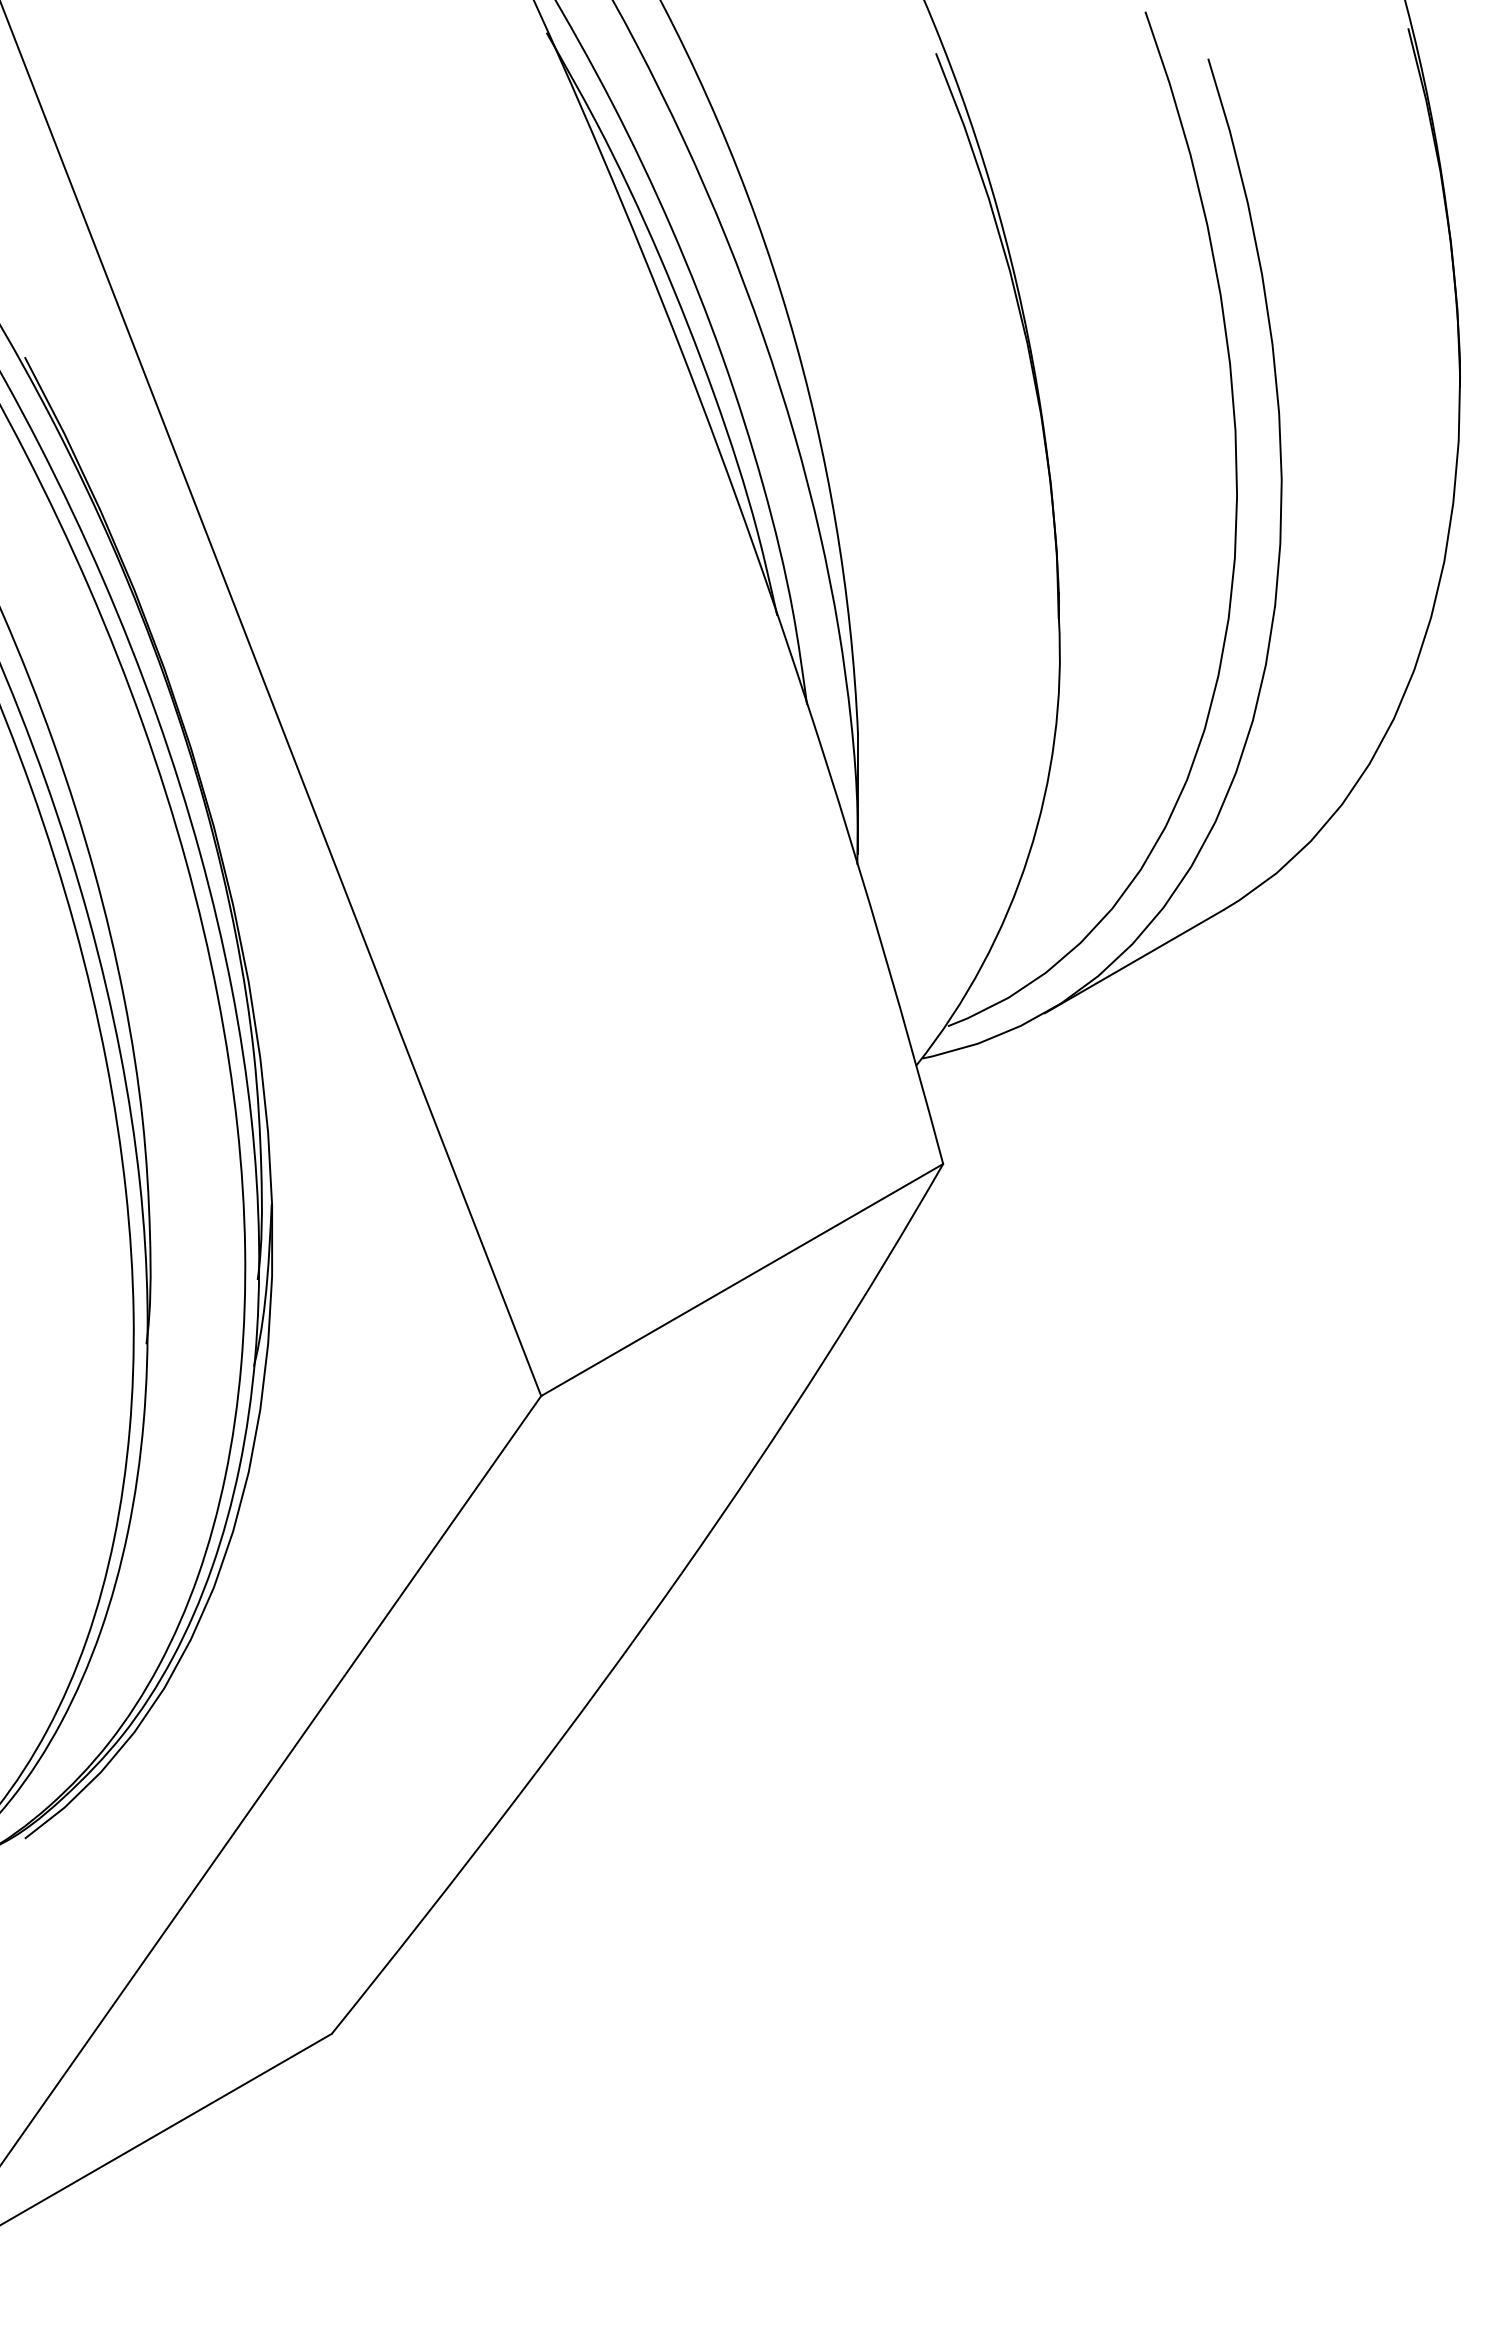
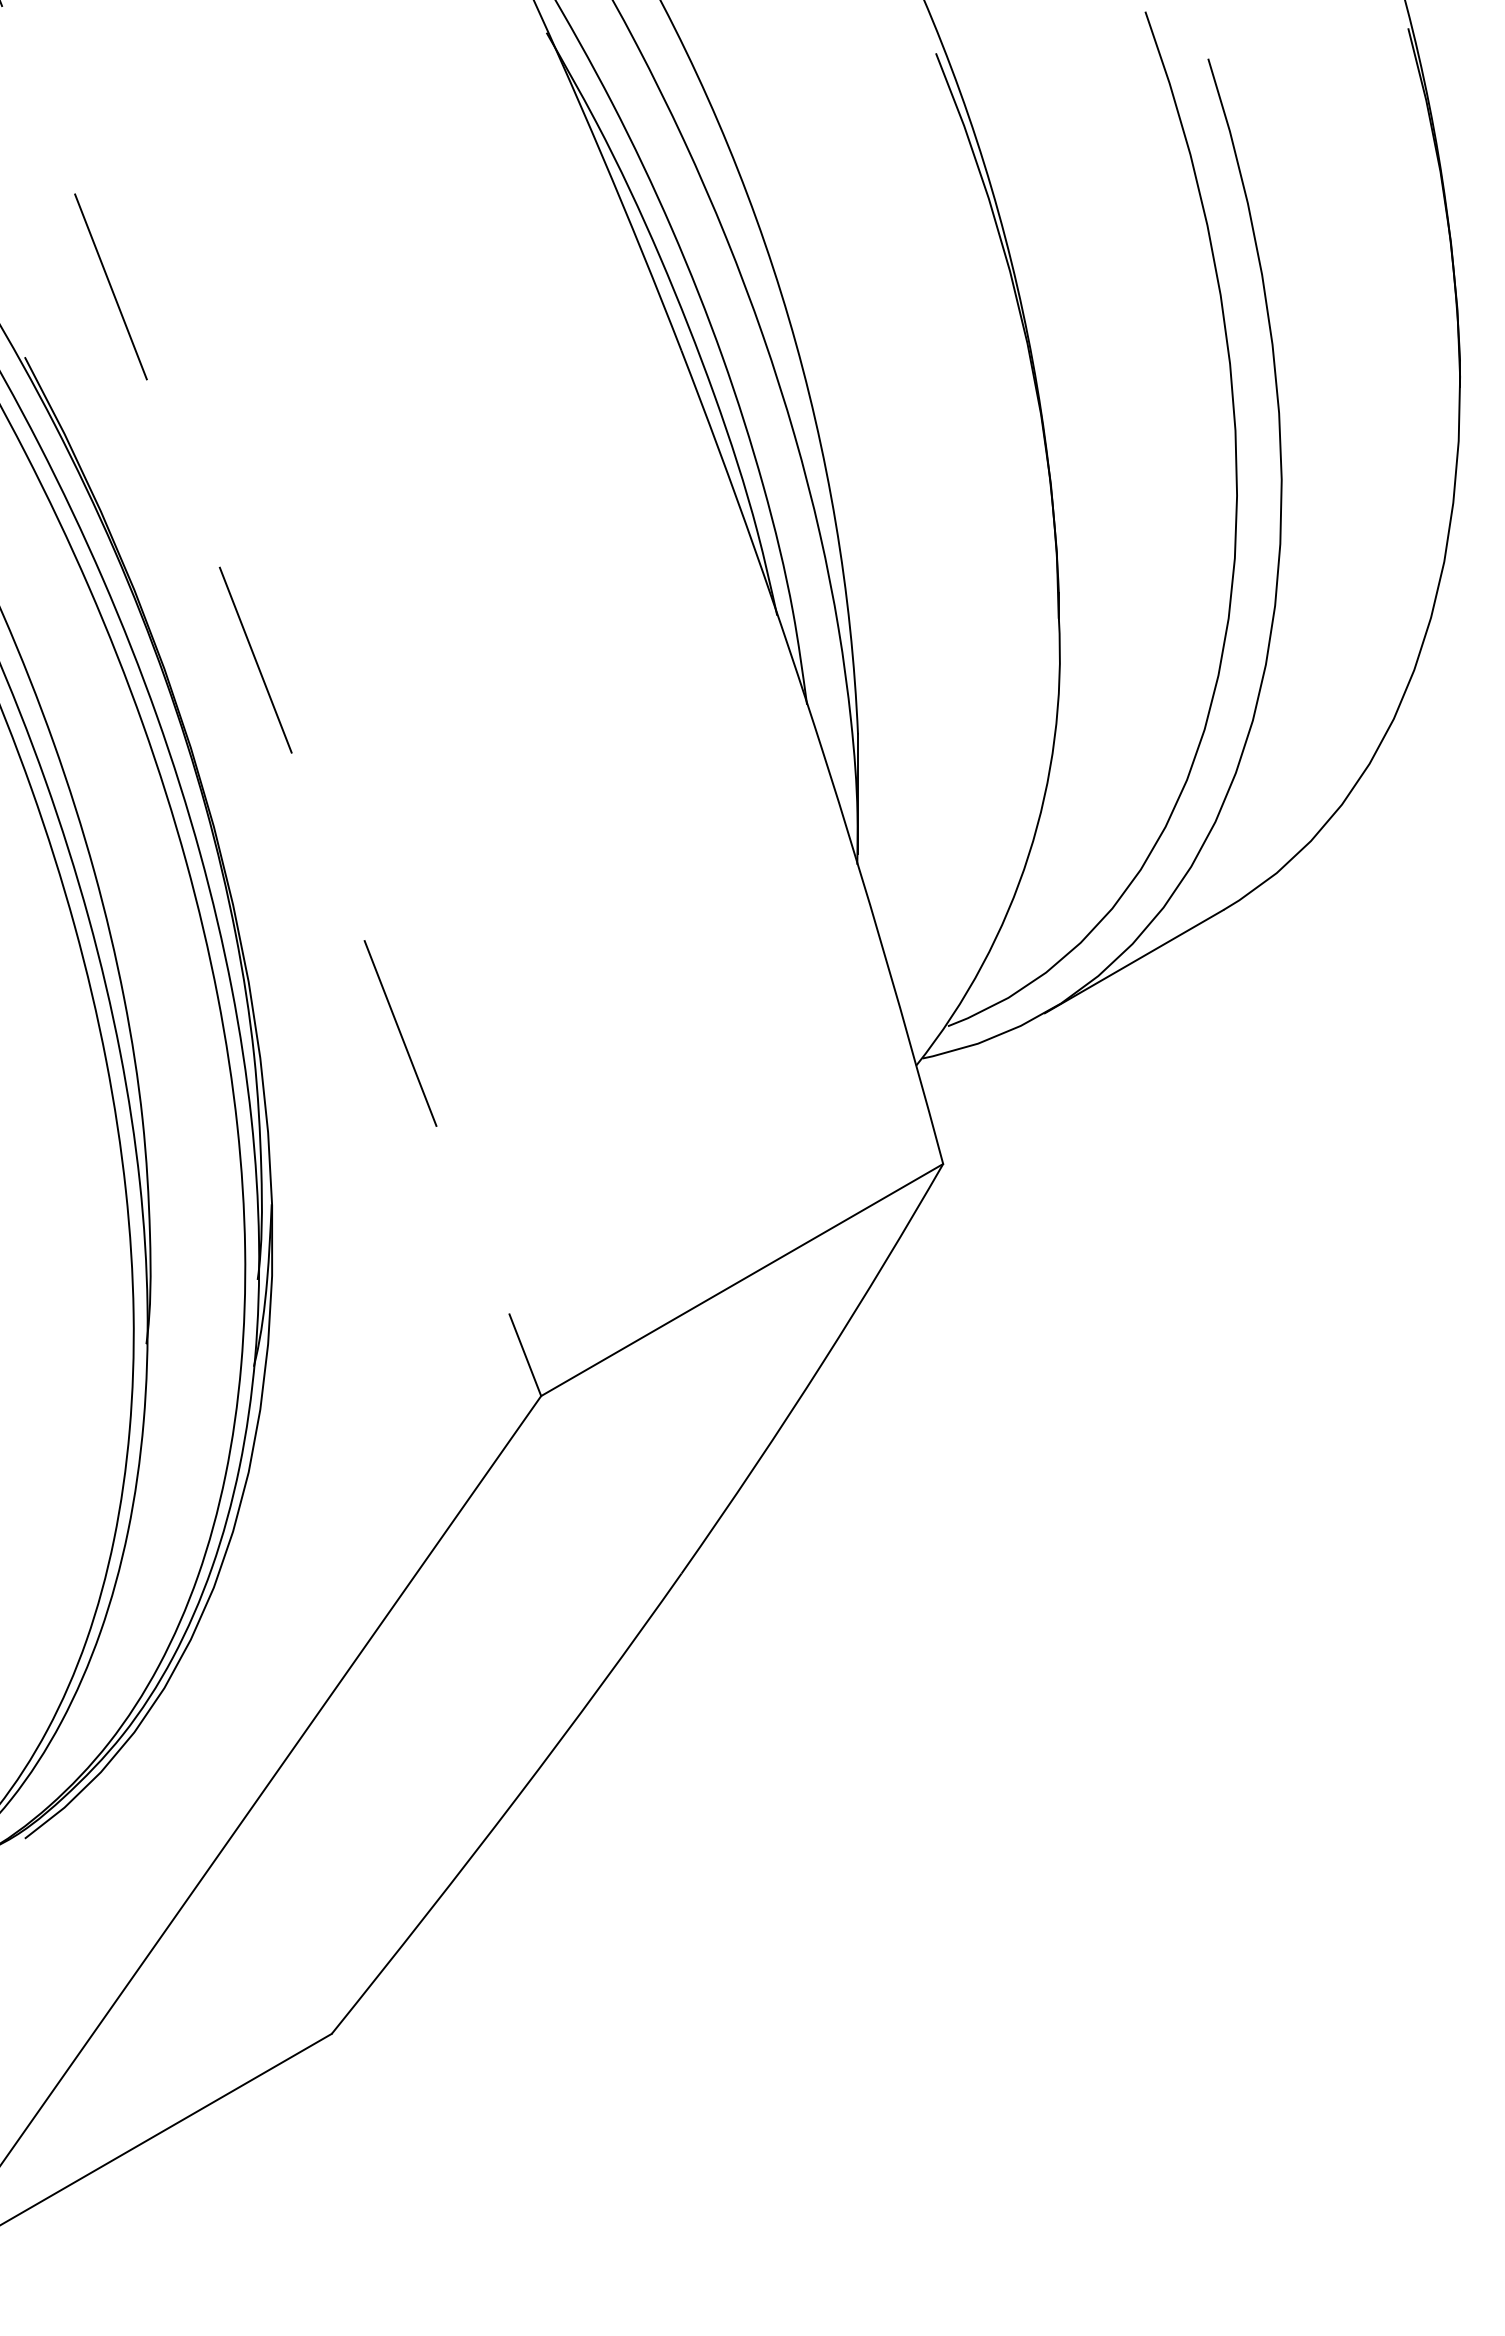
line at (270, 699): solid -> dashed
